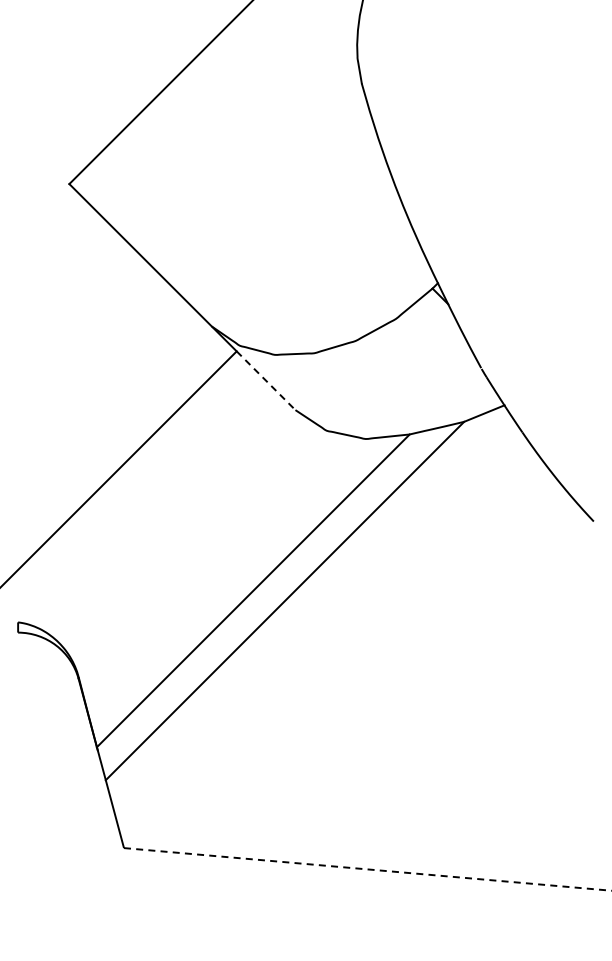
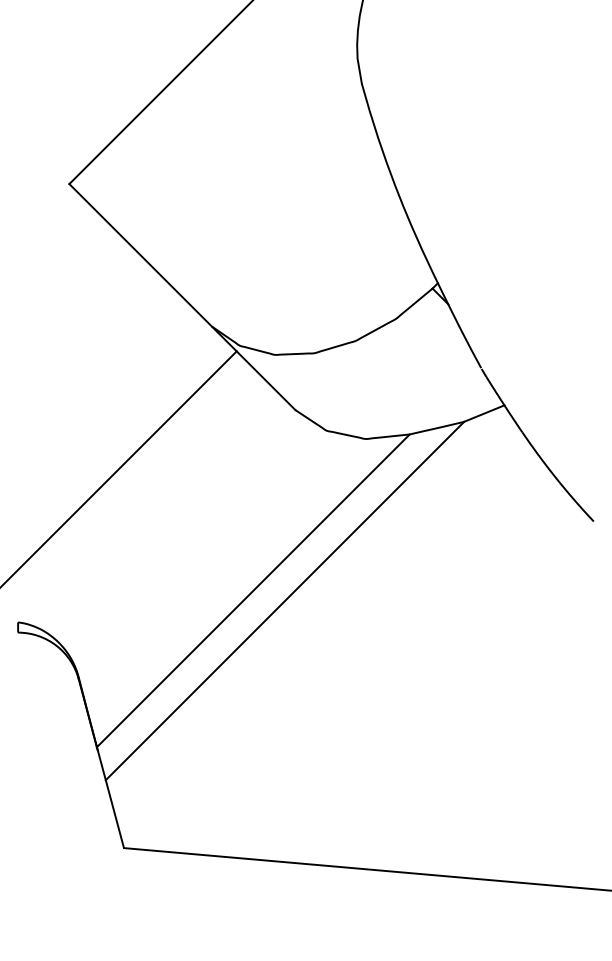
line at (266, 380): dashed -> solid
line at (368, 869): dashed -> solid
